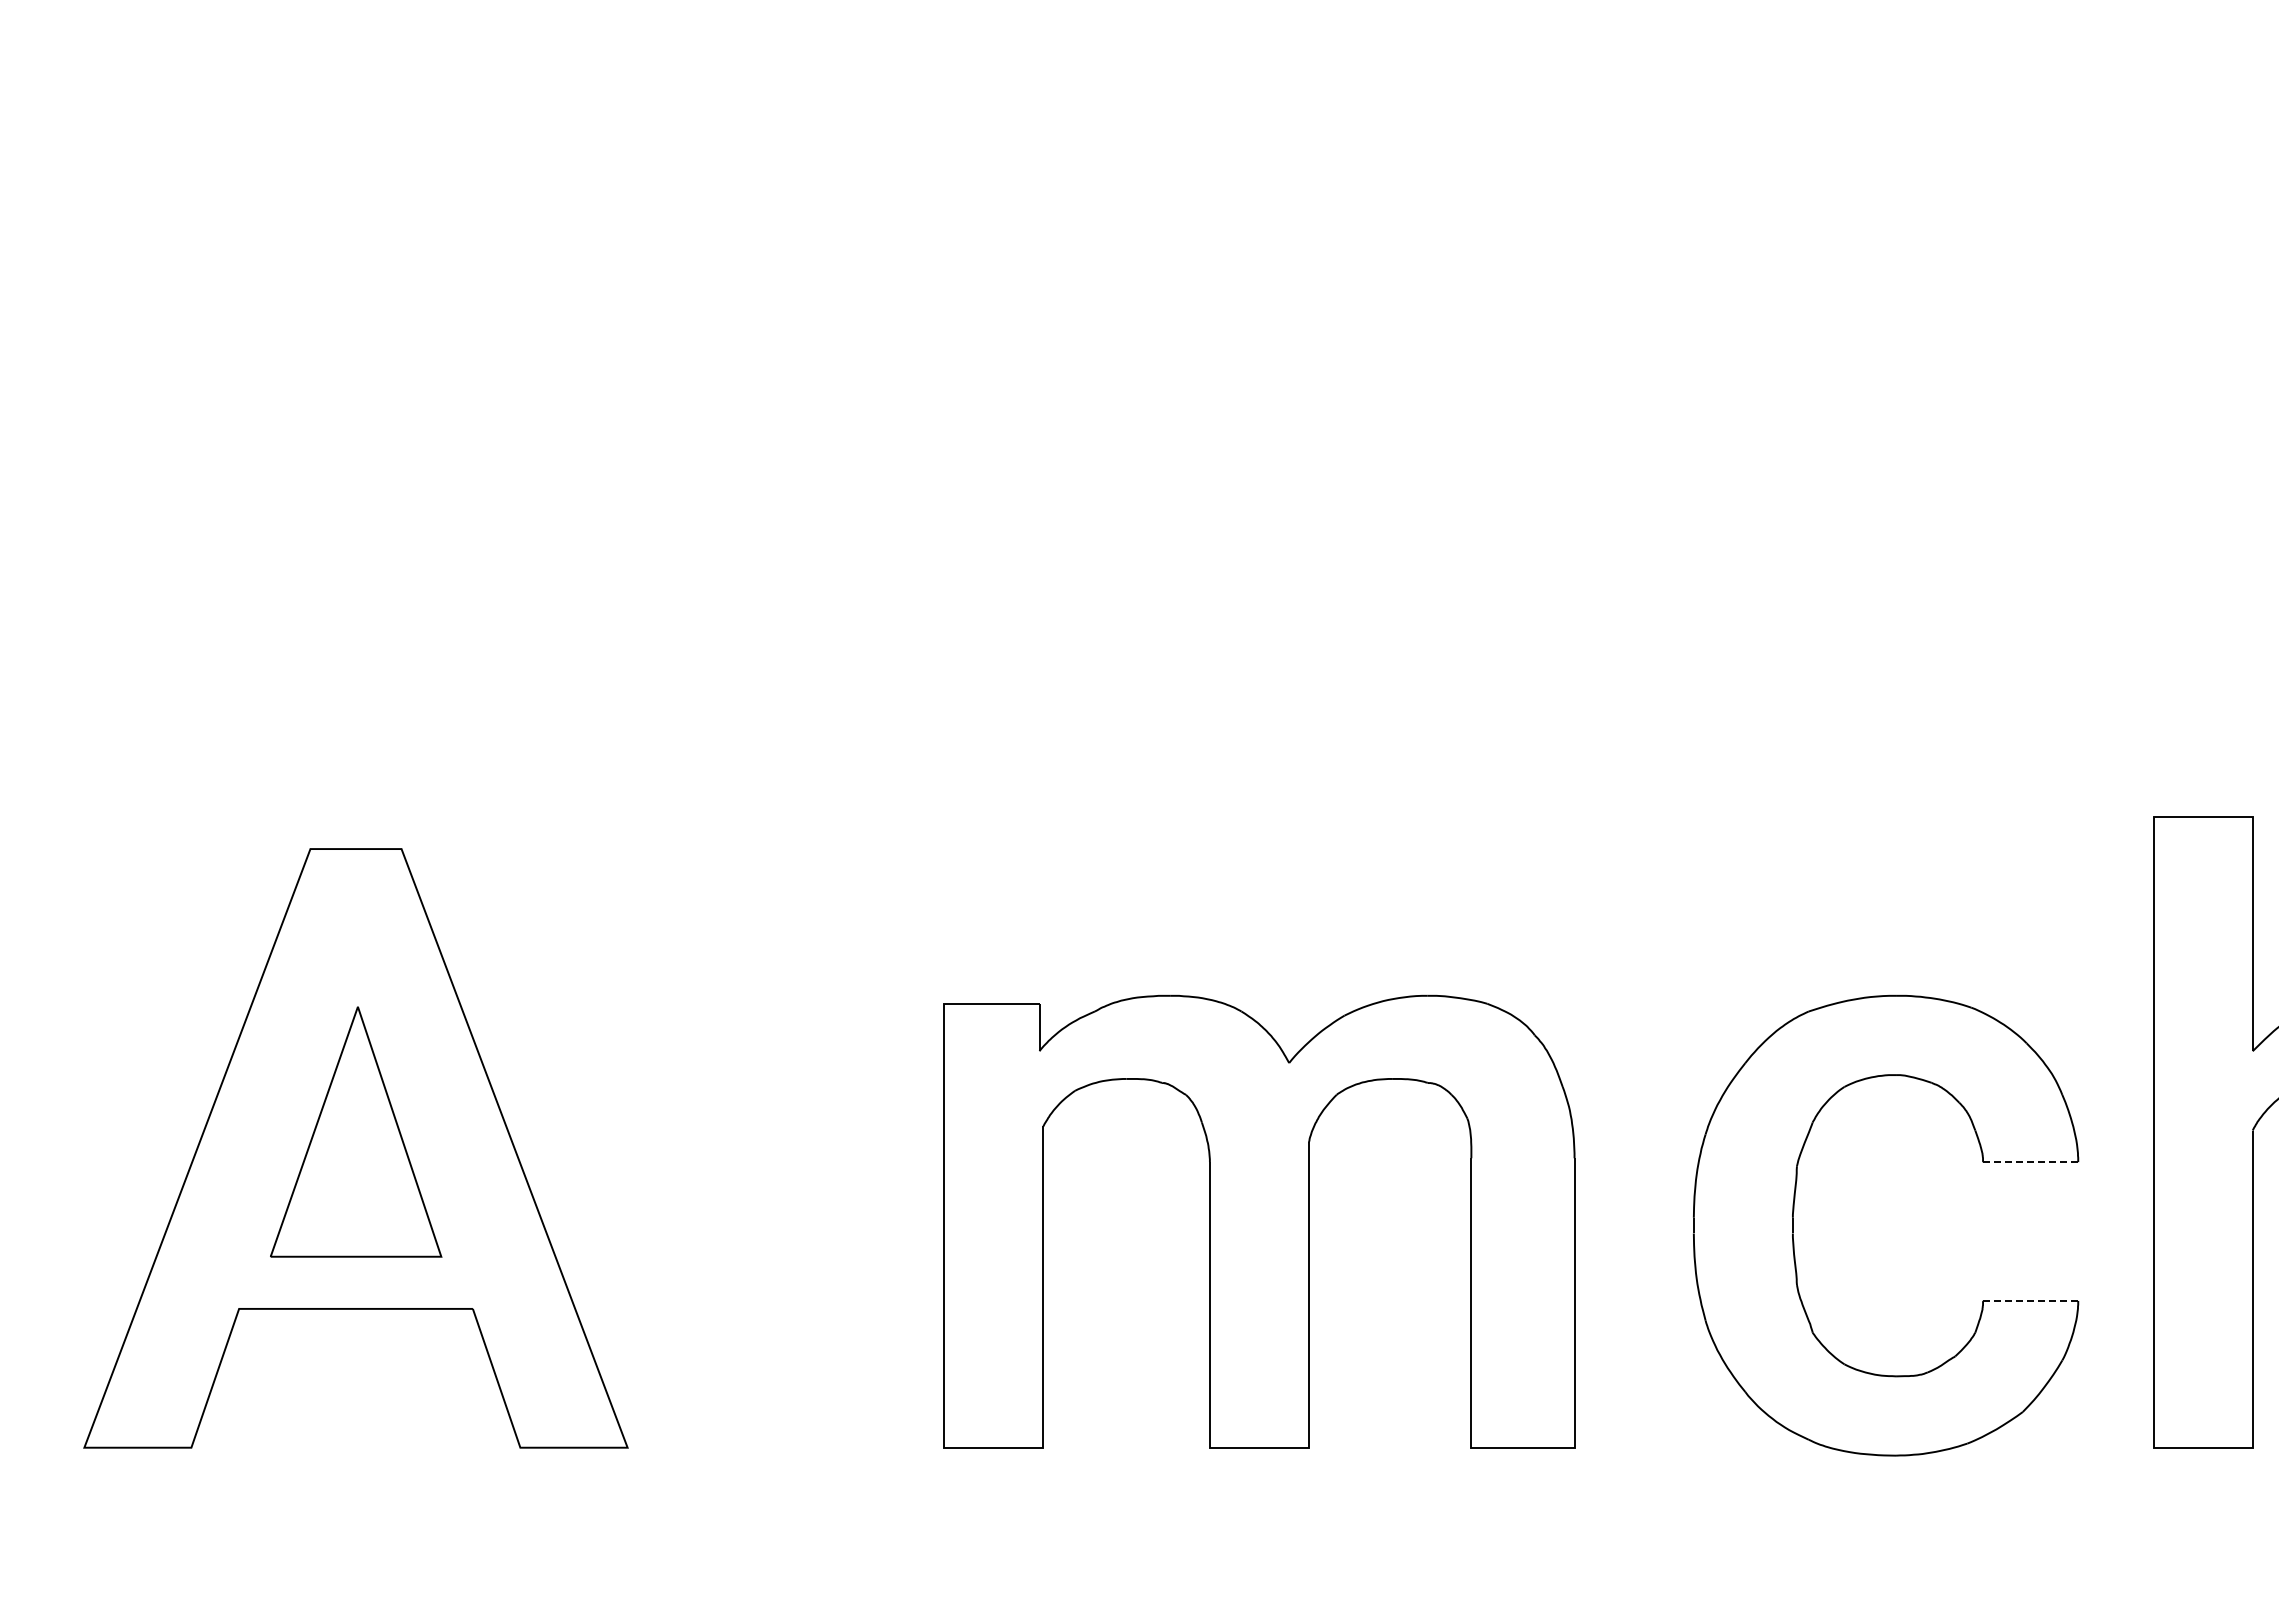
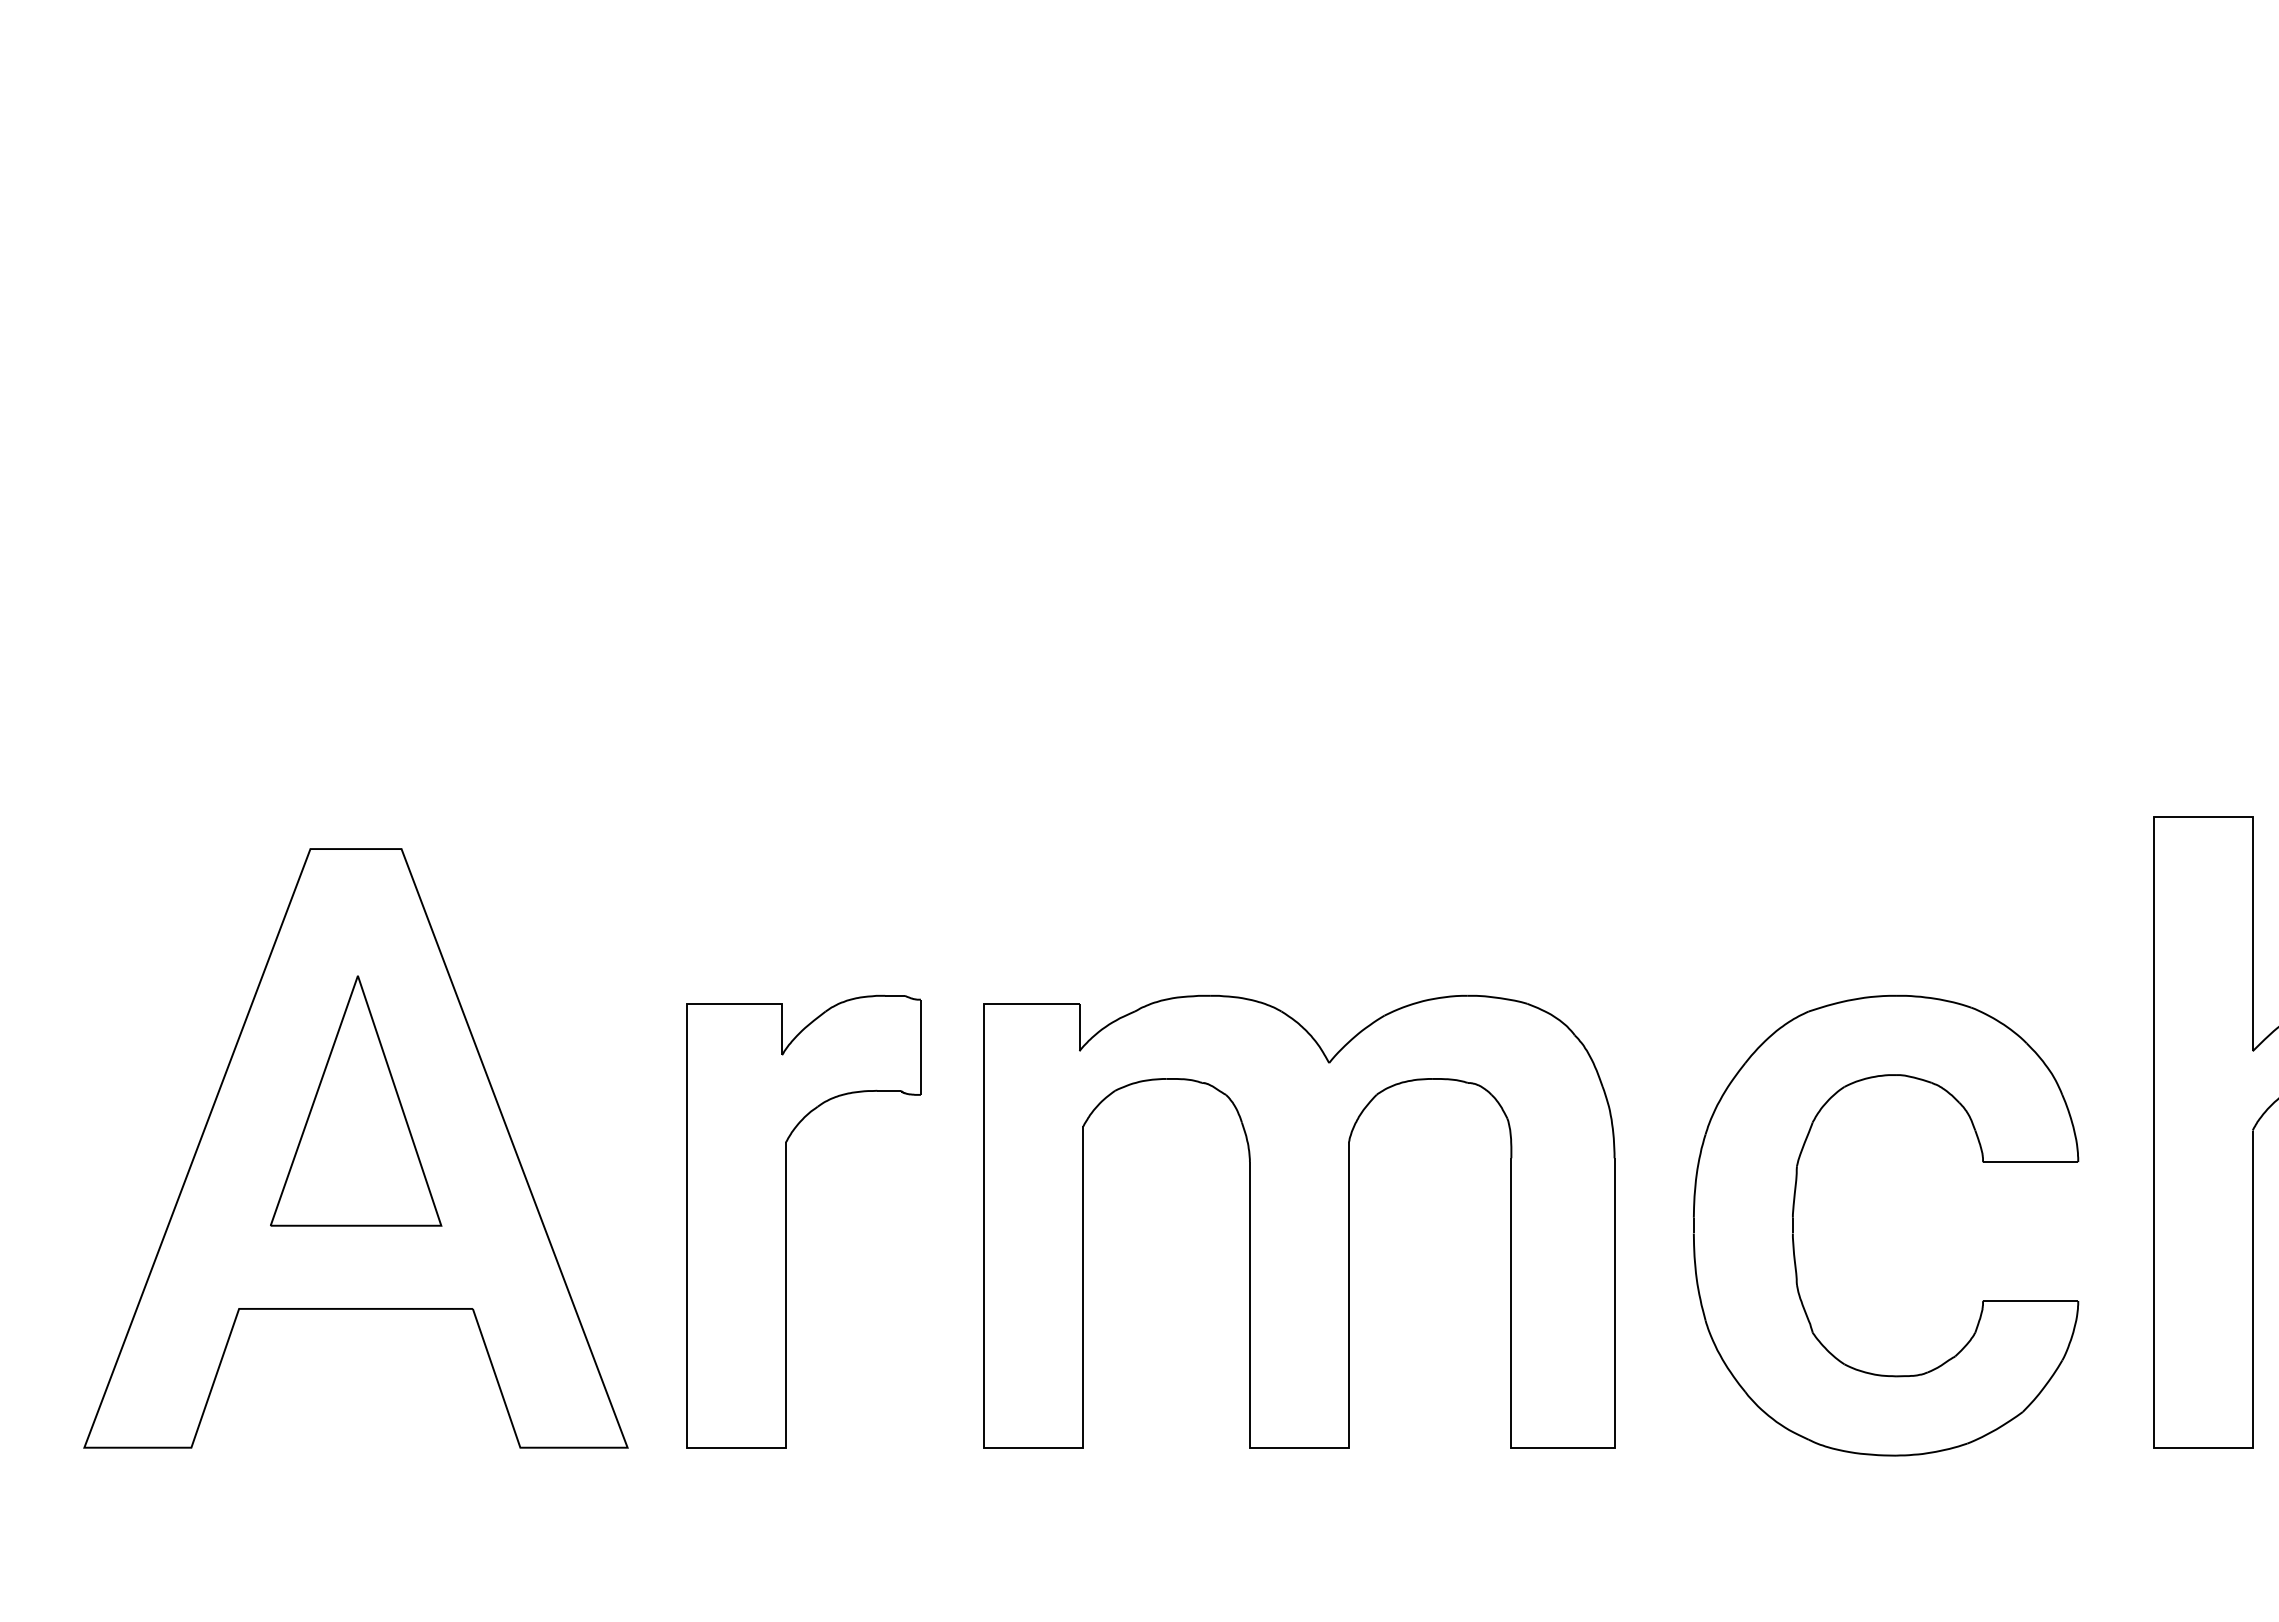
part at (356, 1131) position: (356, 1131) -> (356, 1100)
line at (2030, 1162): dashed -> solid
part at (786, 1221): none -> present
part at (1259, 1221) position: (1259, 1221) -> (1299, 1221)
line at (2031, 1300): dashed -> solid
